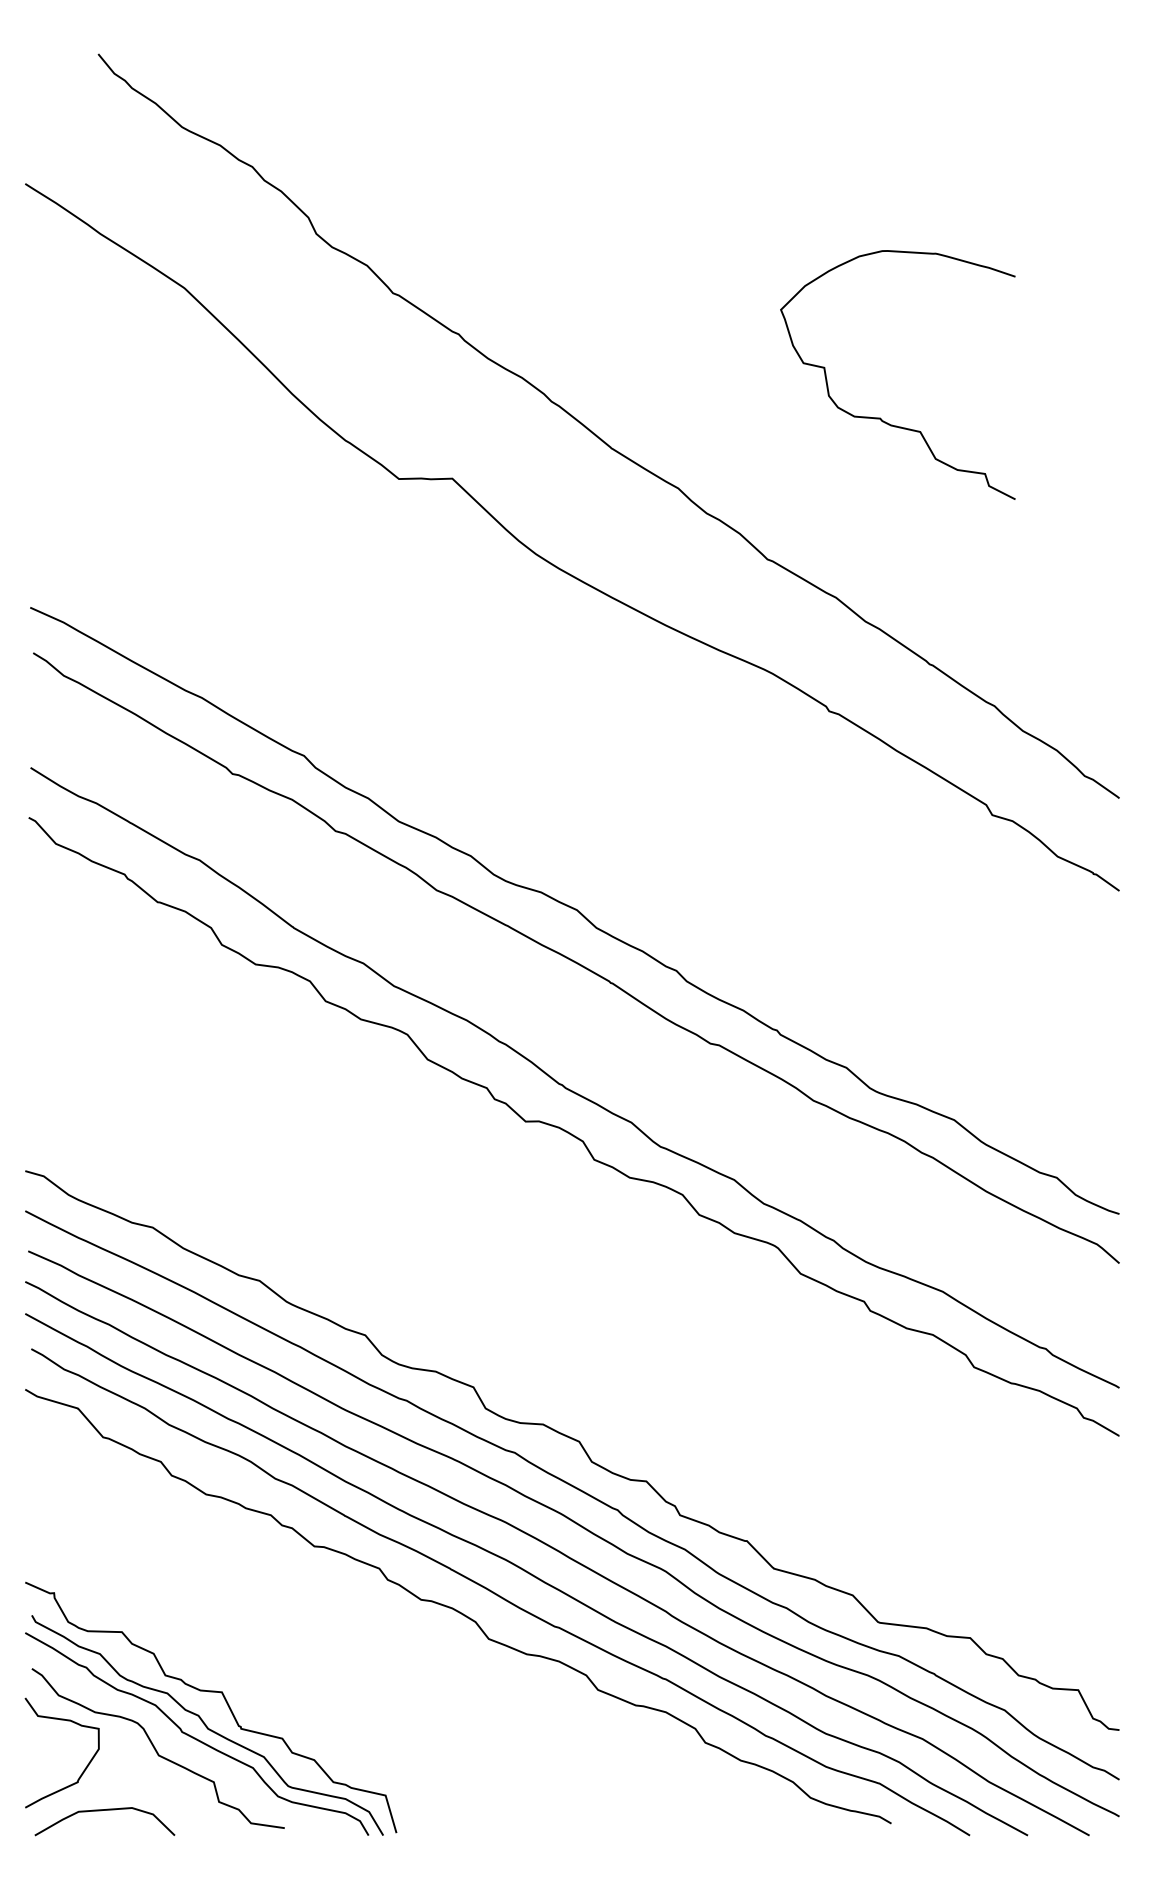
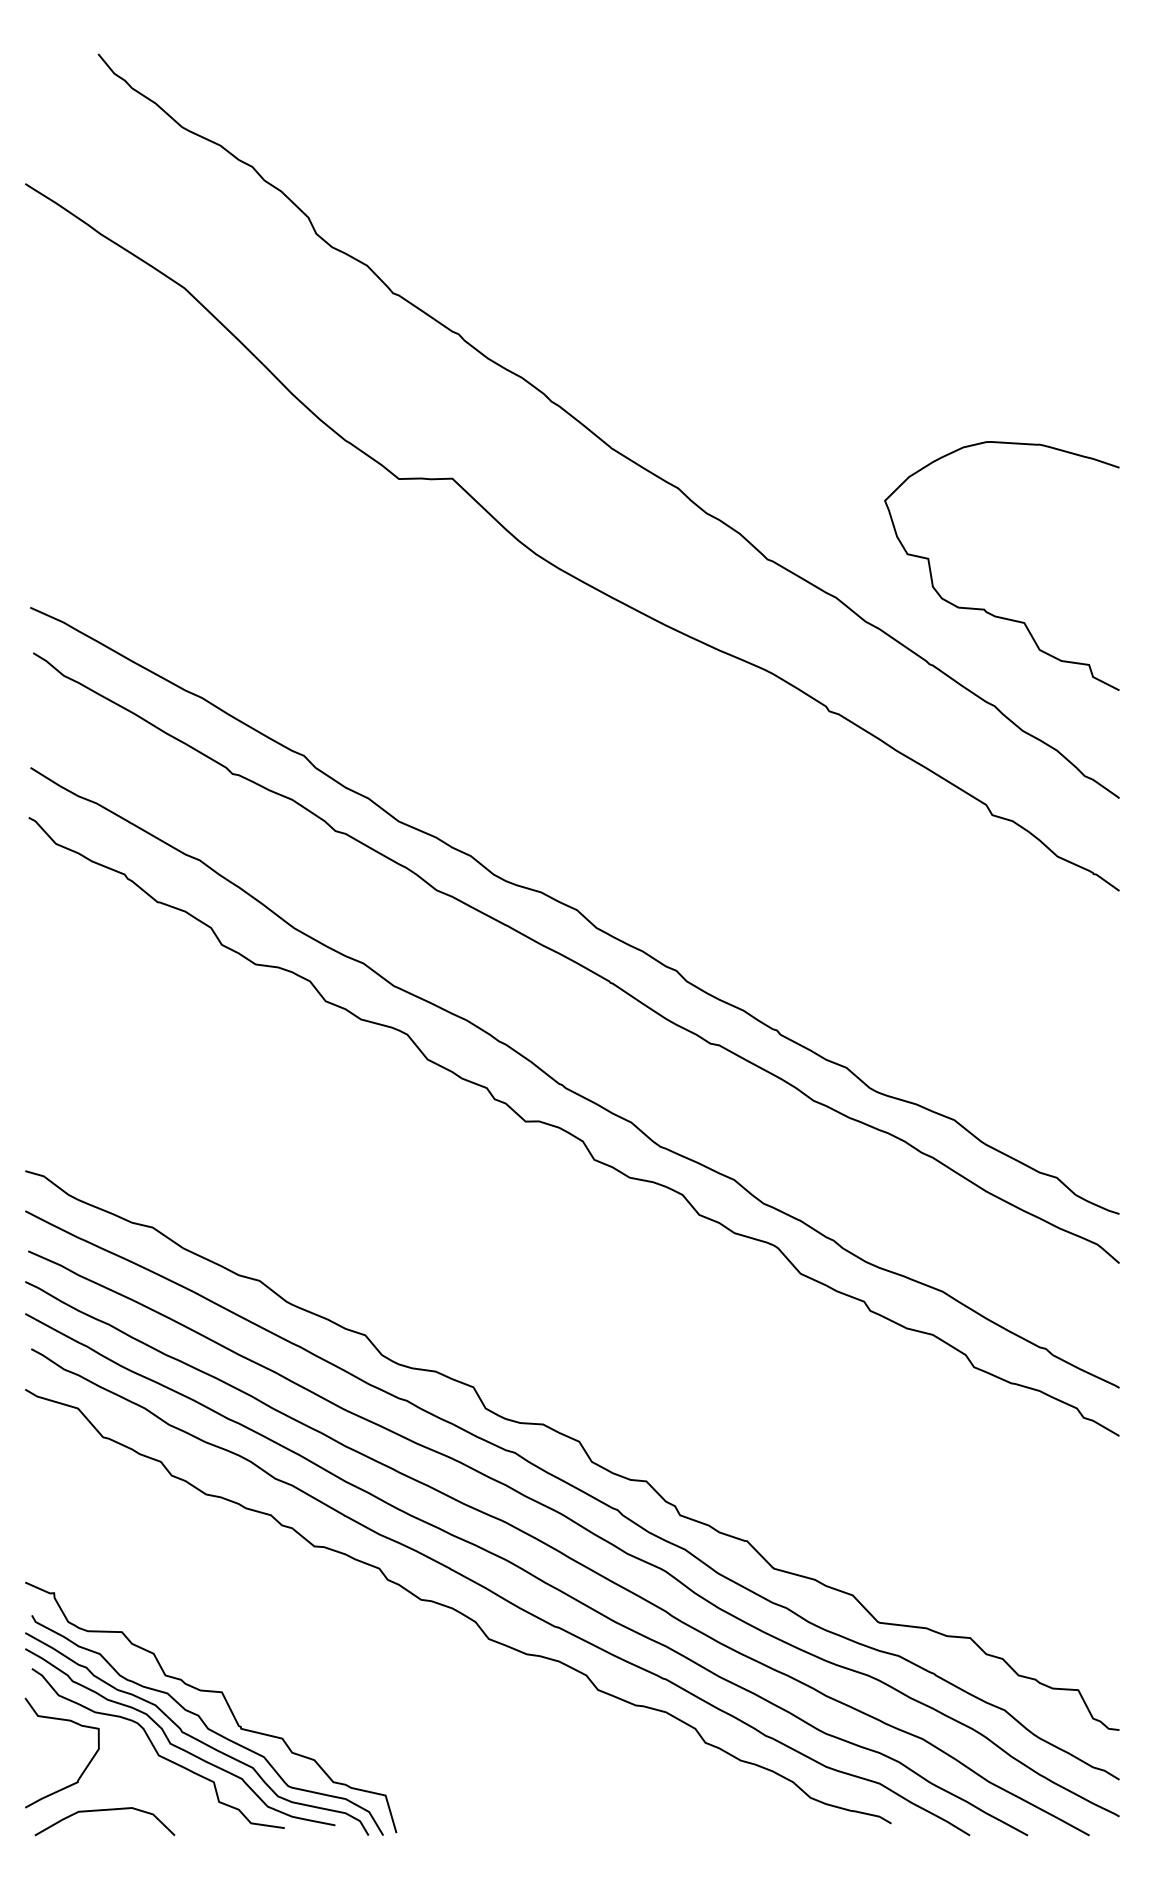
curve at (880, 417) position: (880, 417) -> (984, 608)
curve at (176, 1745): none -> present
